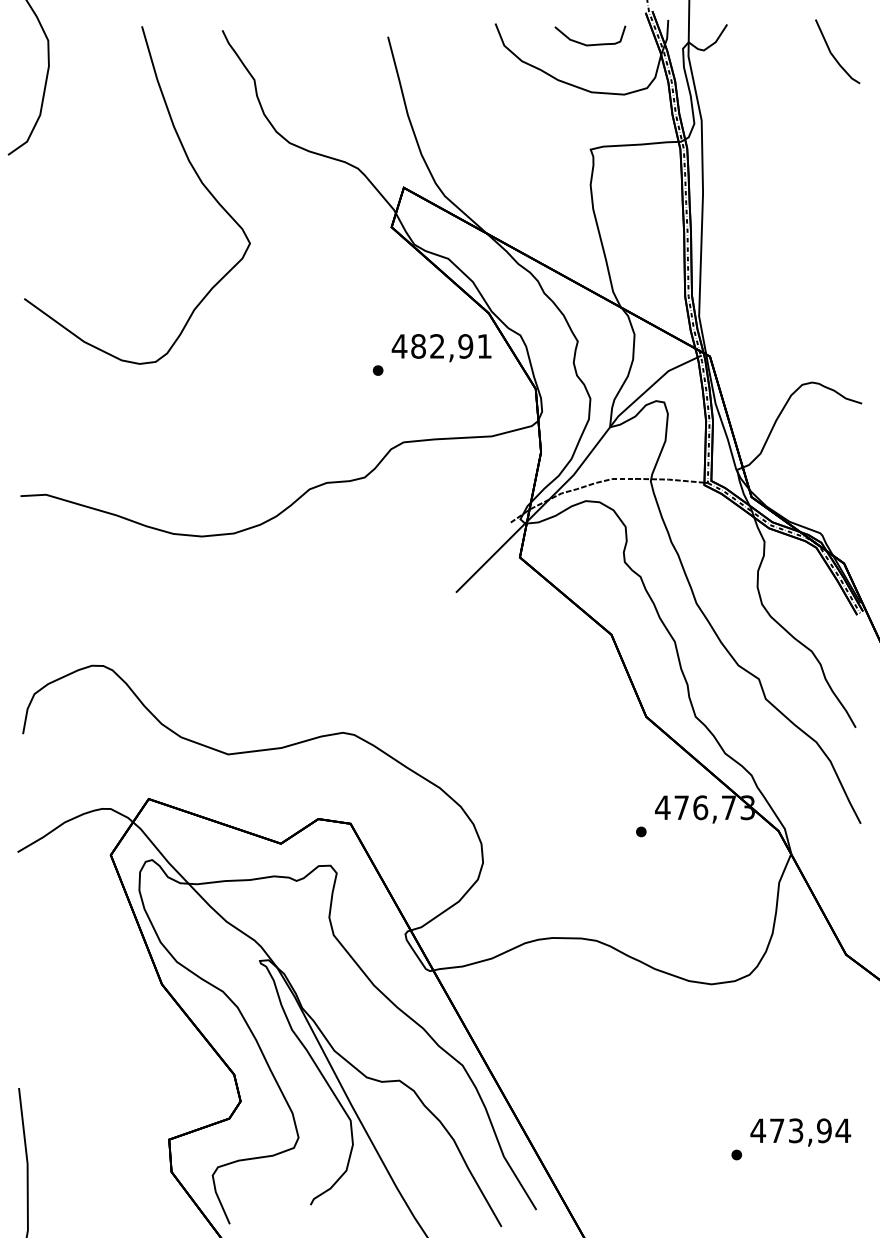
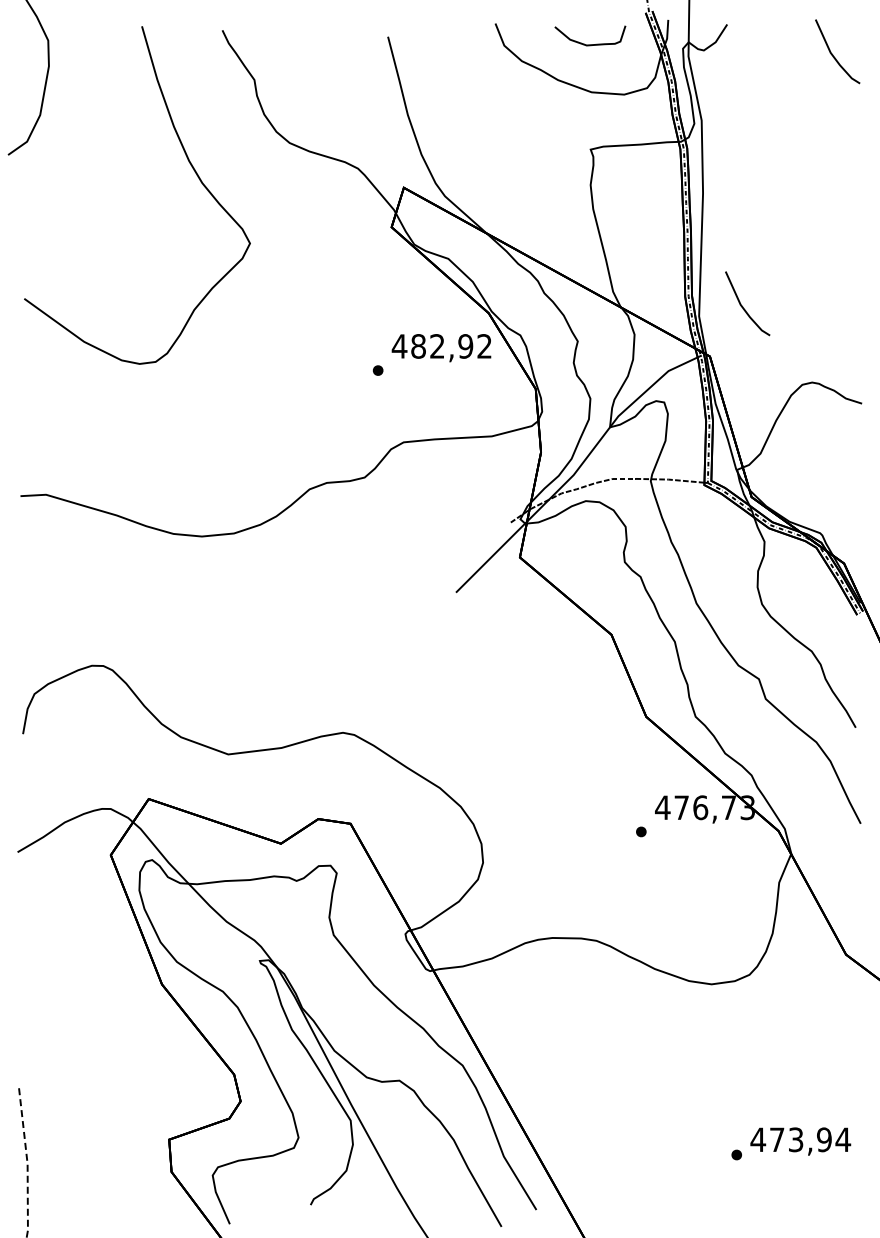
line at (743, 306): none -> present
text at (484, 346): 482,91 -> 482,92
text at (800, 1132) position: (800, 1132) -> (800, 1141)
line at (27, 1162): solid -> dashed
